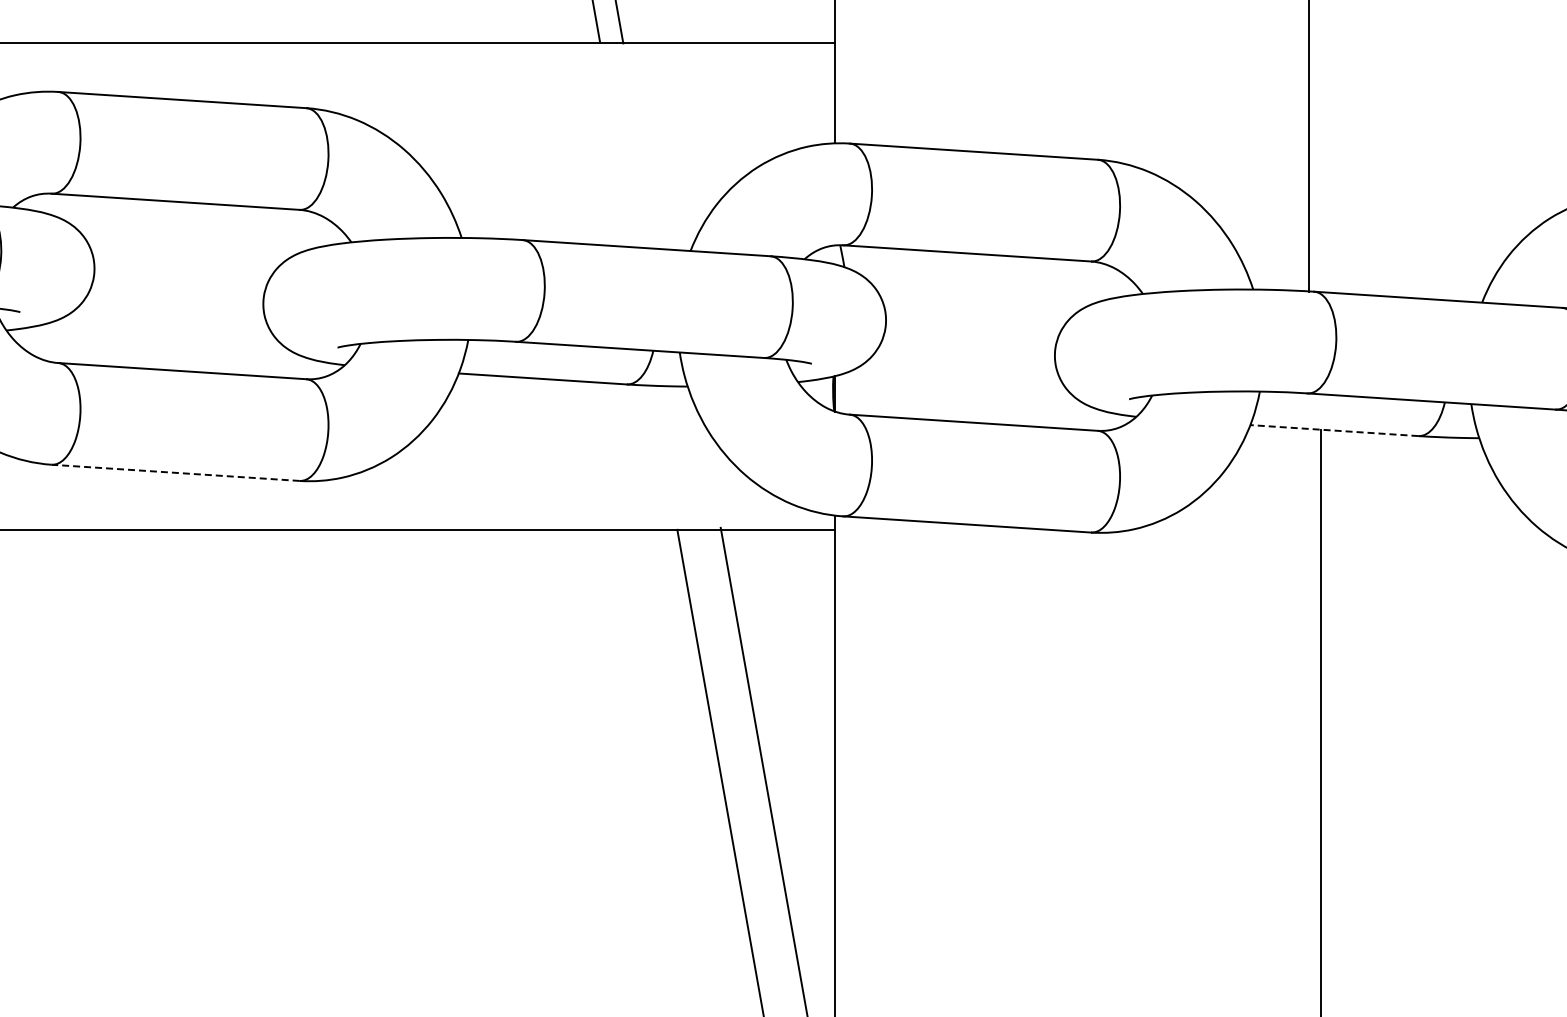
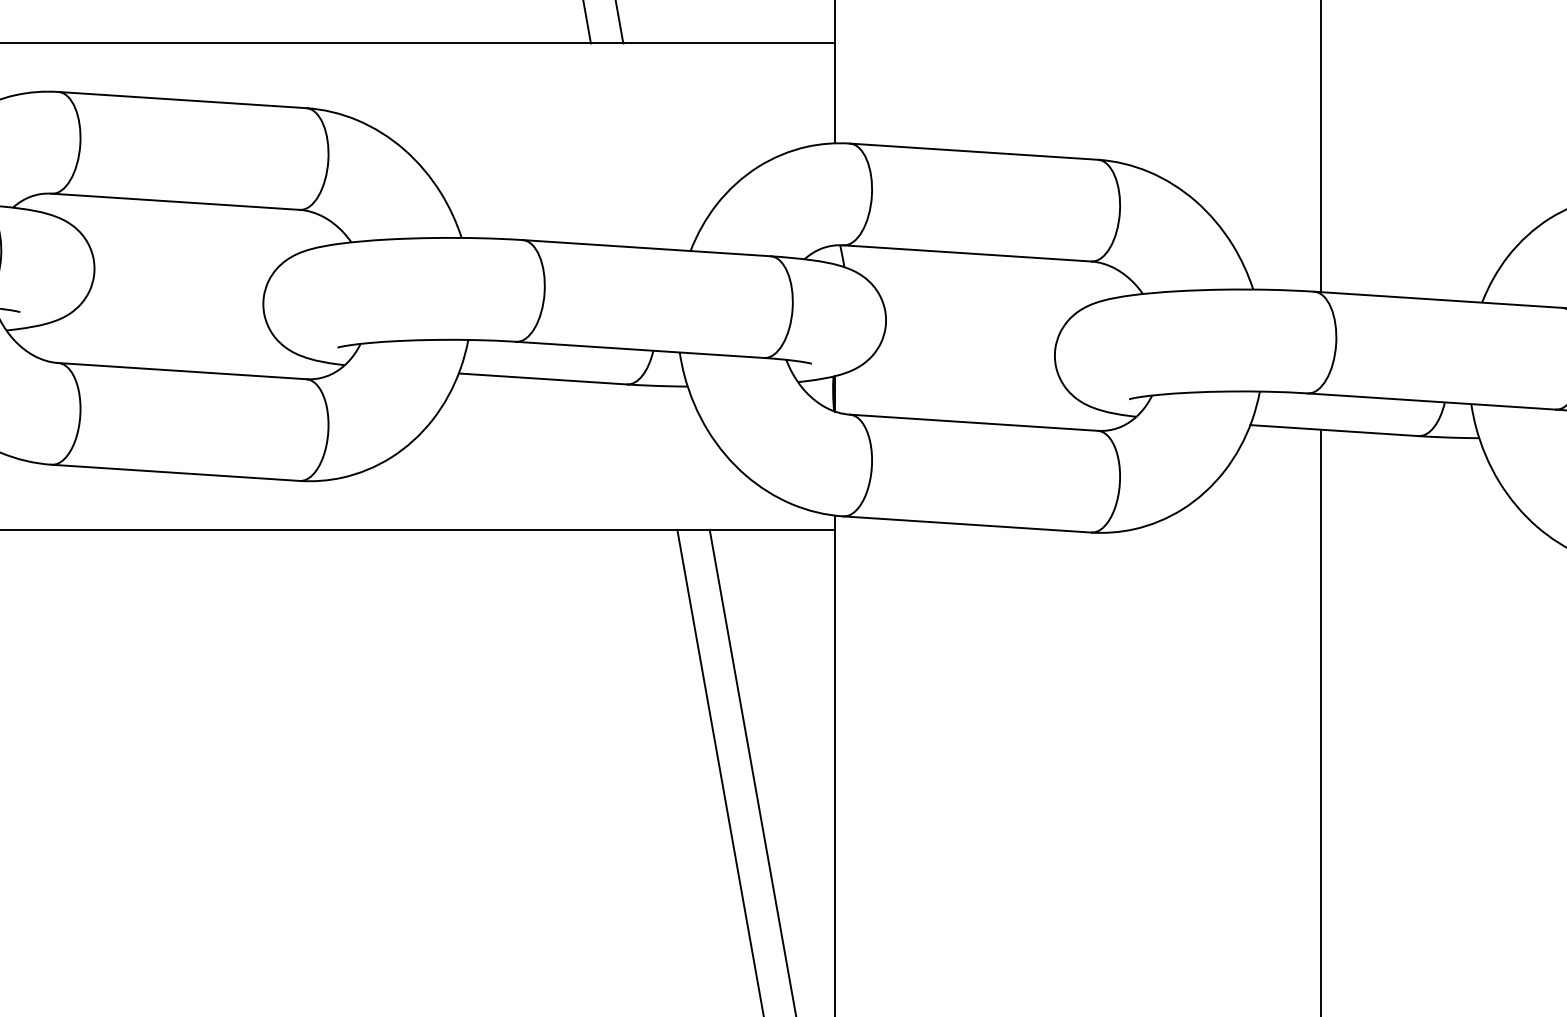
line at (595, 21) position: (595, 21) -> (586, 22)
line at (1309, 147) position: (1309, 147) -> (1321, 147)
line at (1333, 430): dashed -> solid
line at (175, 472): dashed -> solid
line at (763, 770) position: (763, 770) -> (752, 771)
